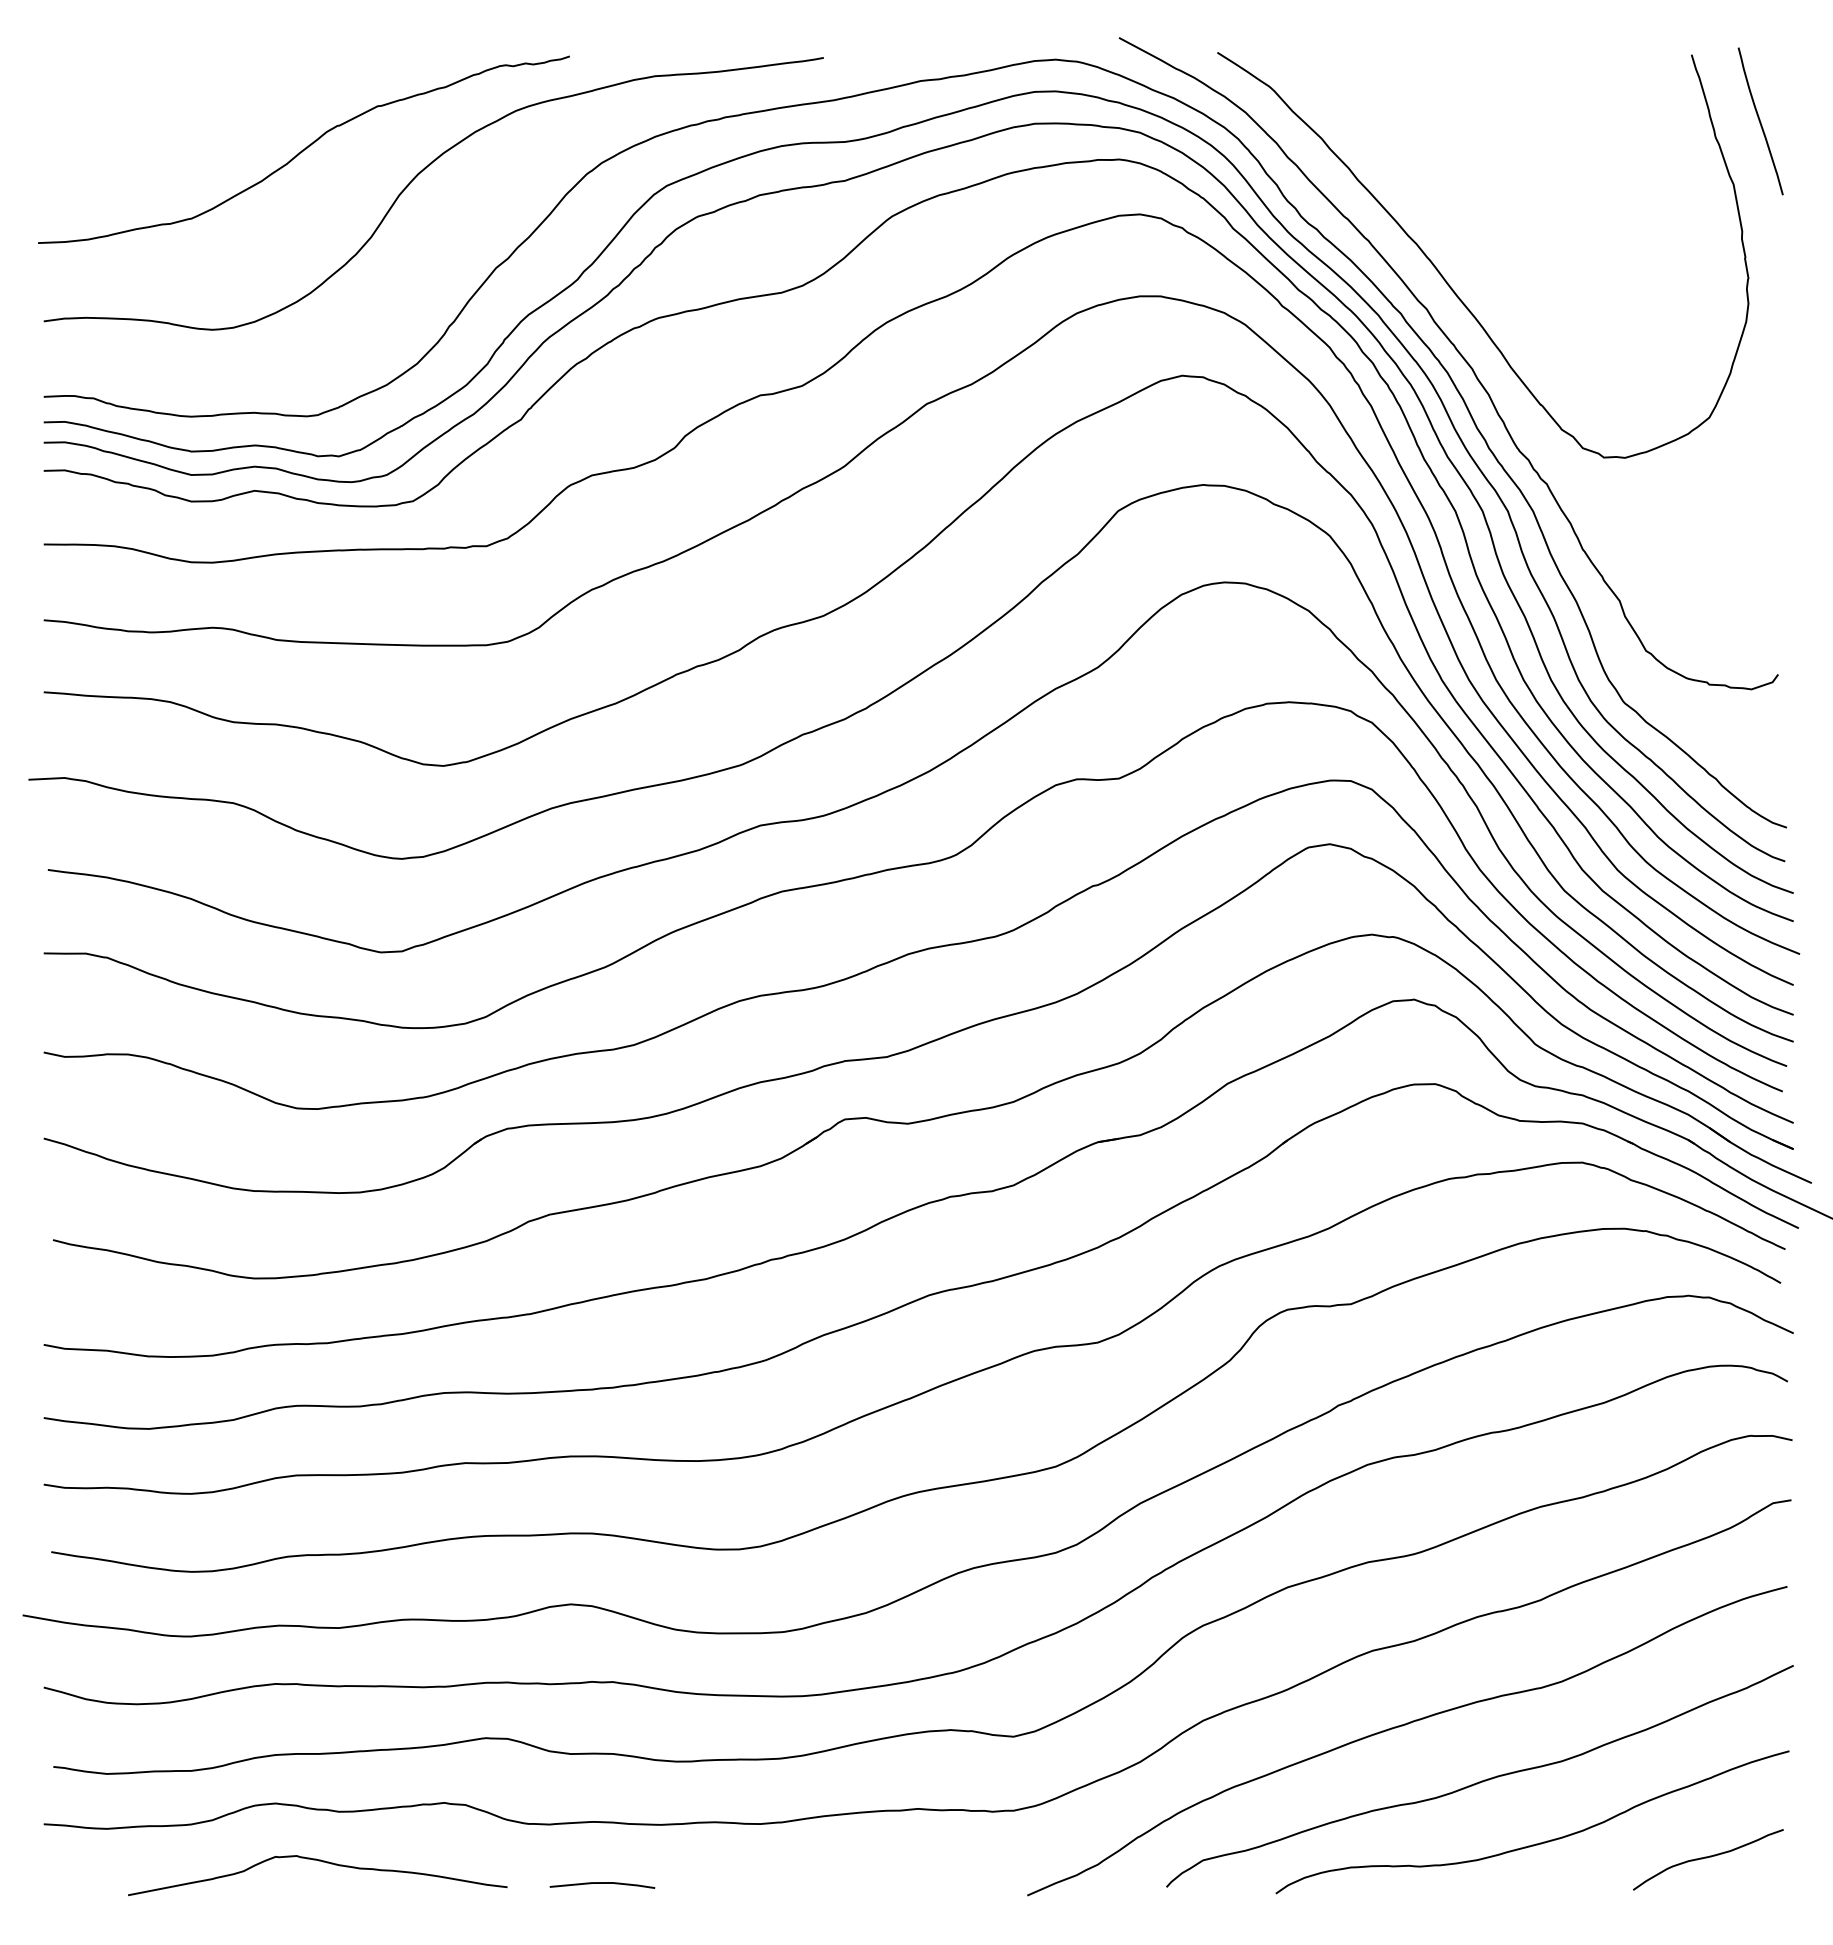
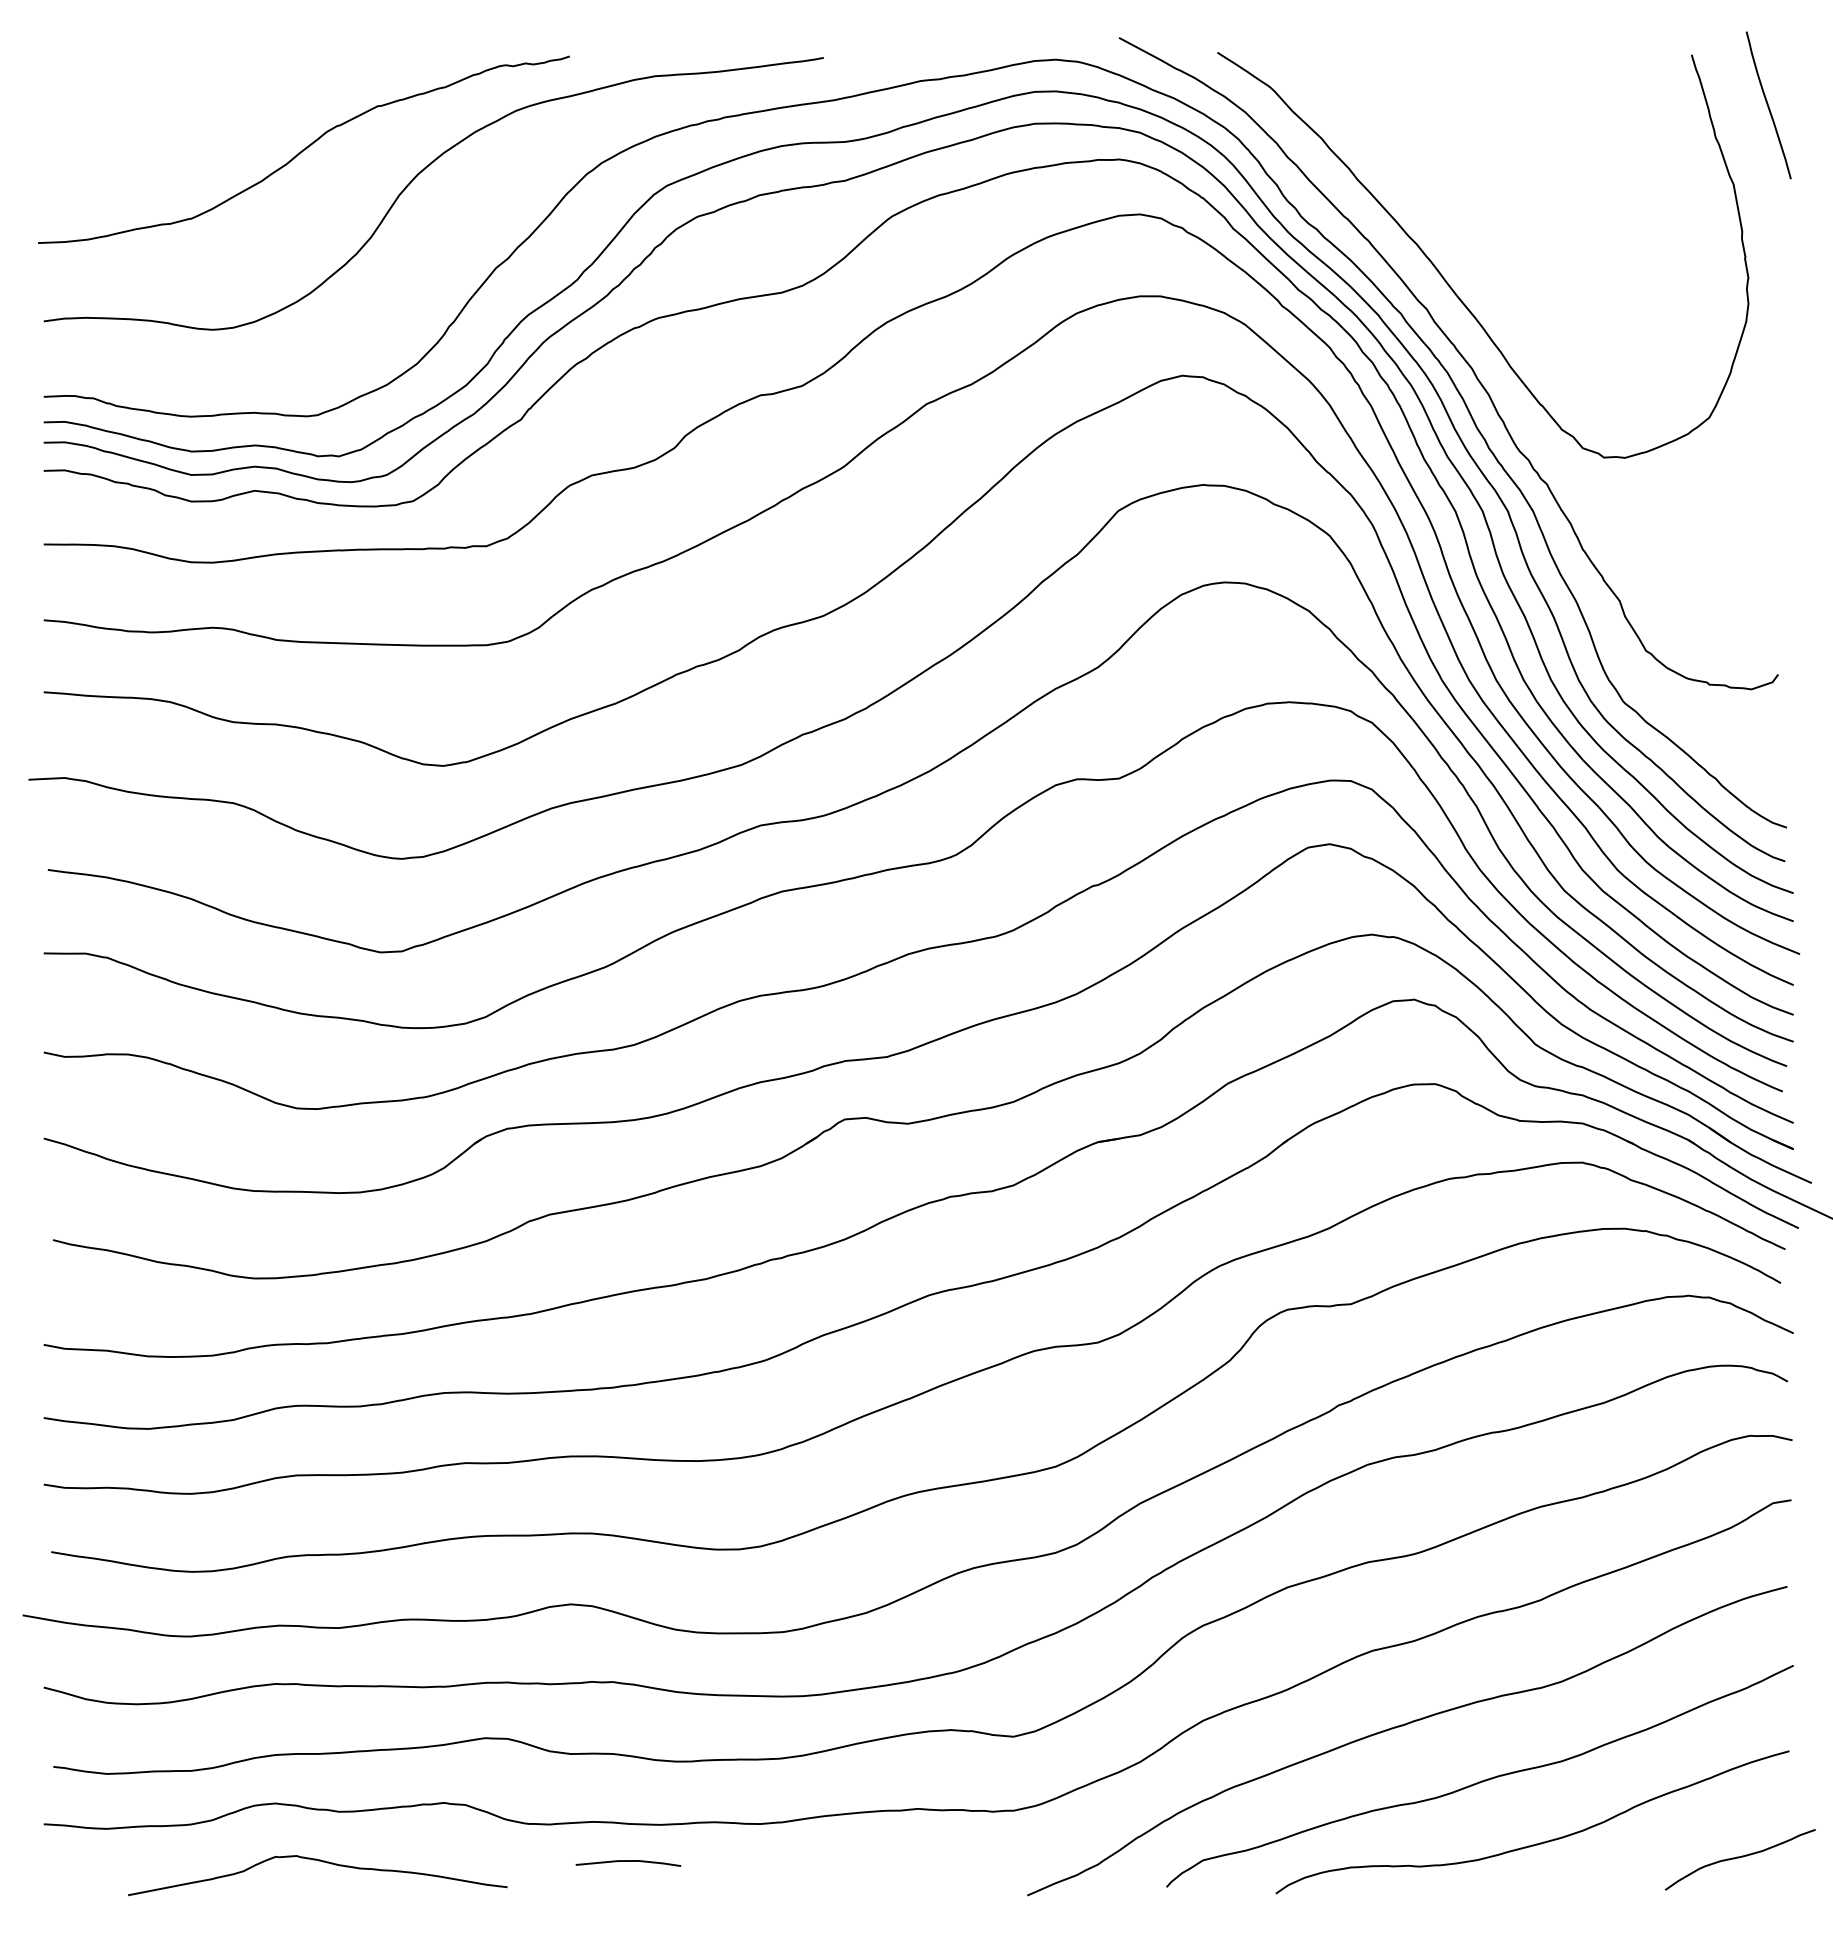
curve at (1760, 121) position: (1760, 121) -> (1768, 105)
curve at (1707, 1858) position: (1707, 1858) -> (1739, 1858)
line at (602, 1883) position: (602, 1883) -> (628, 1861)
